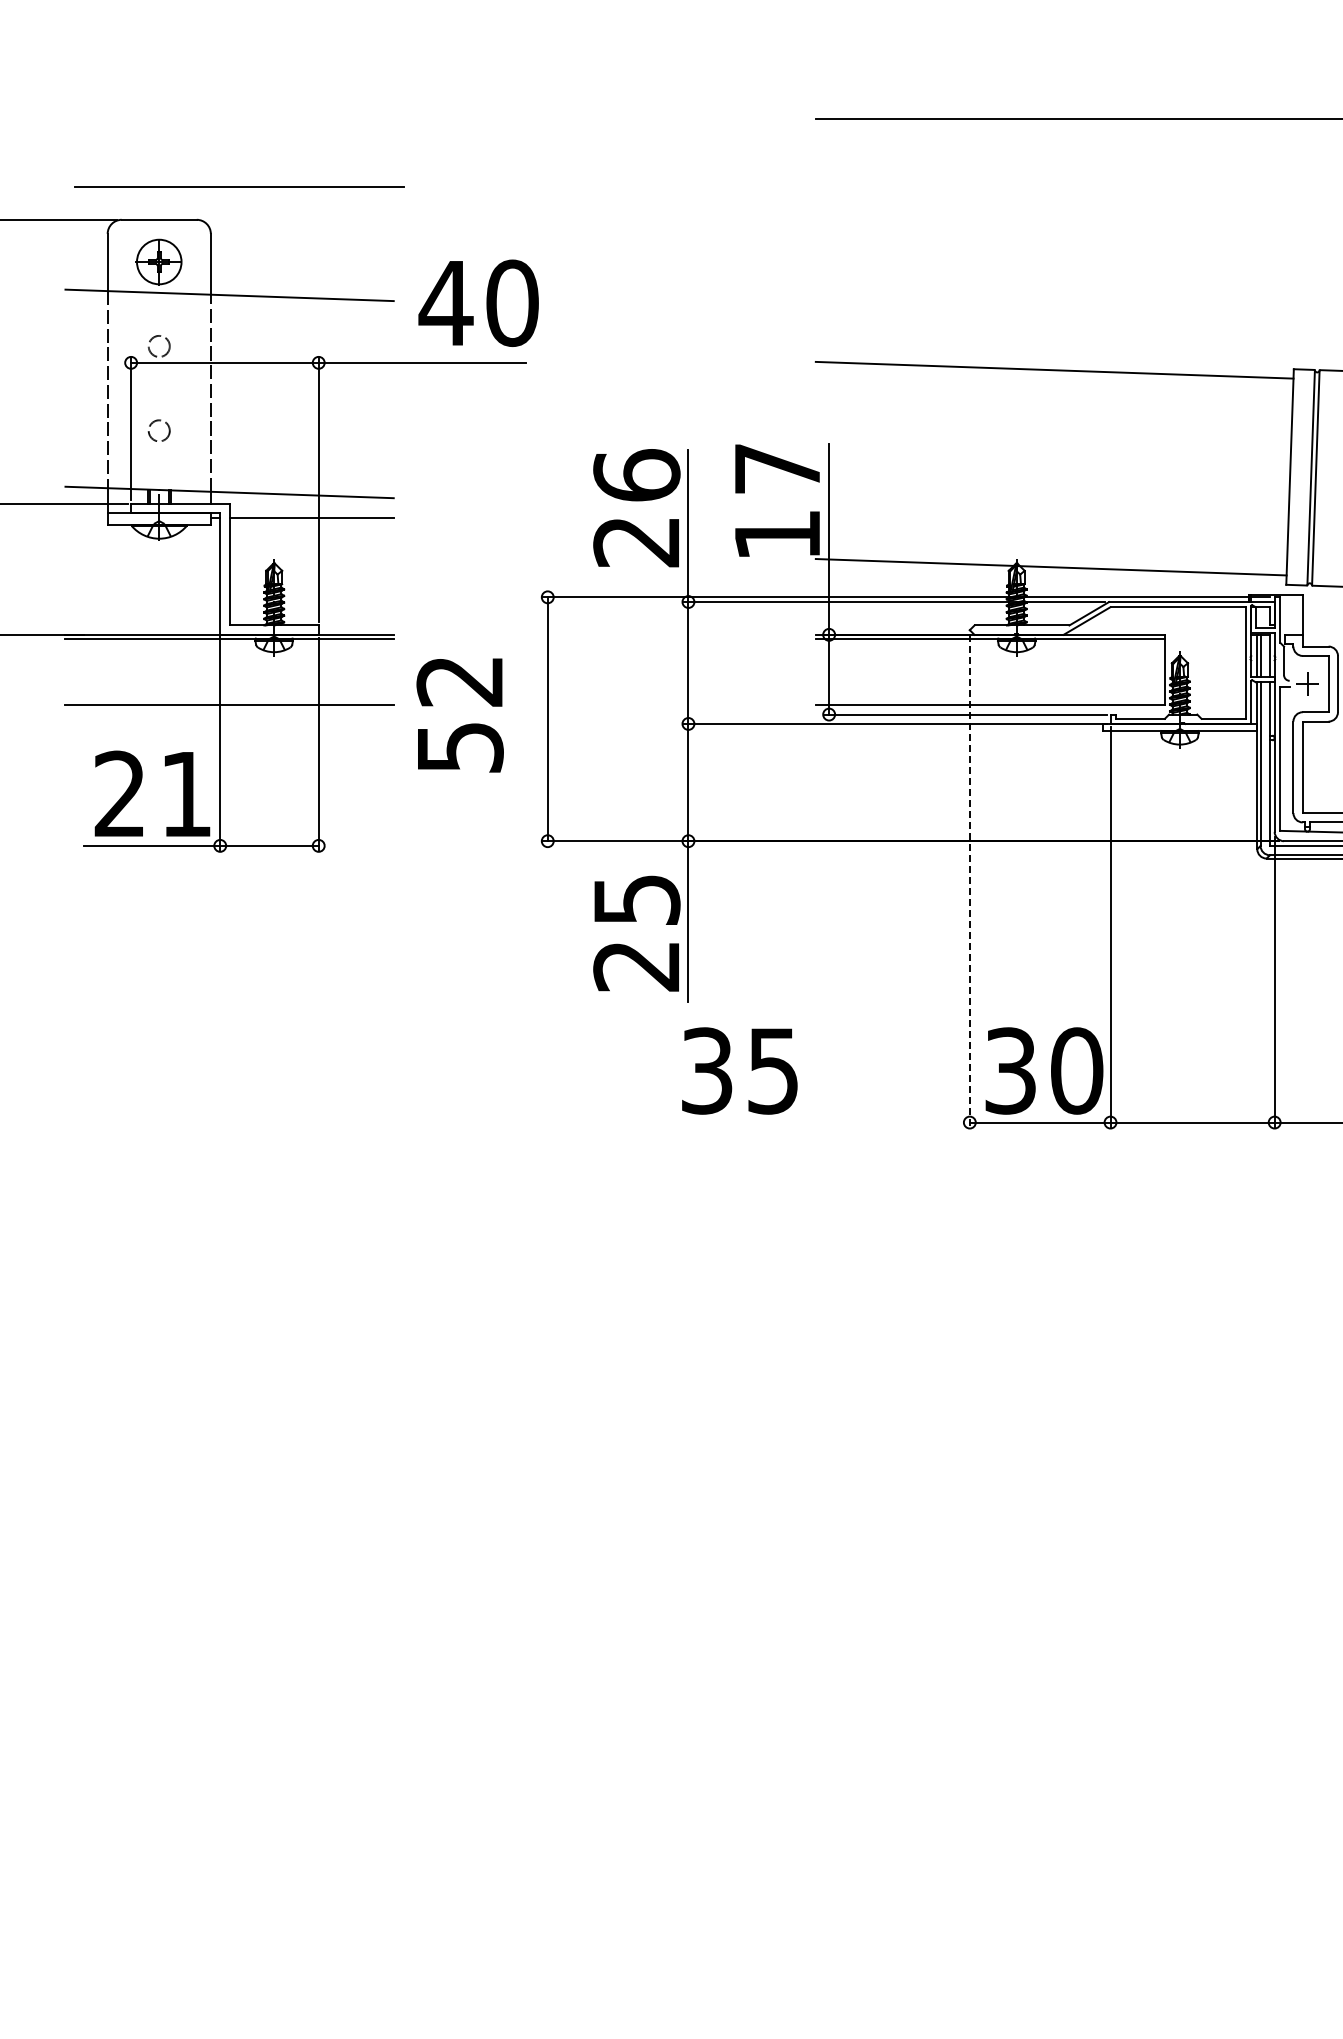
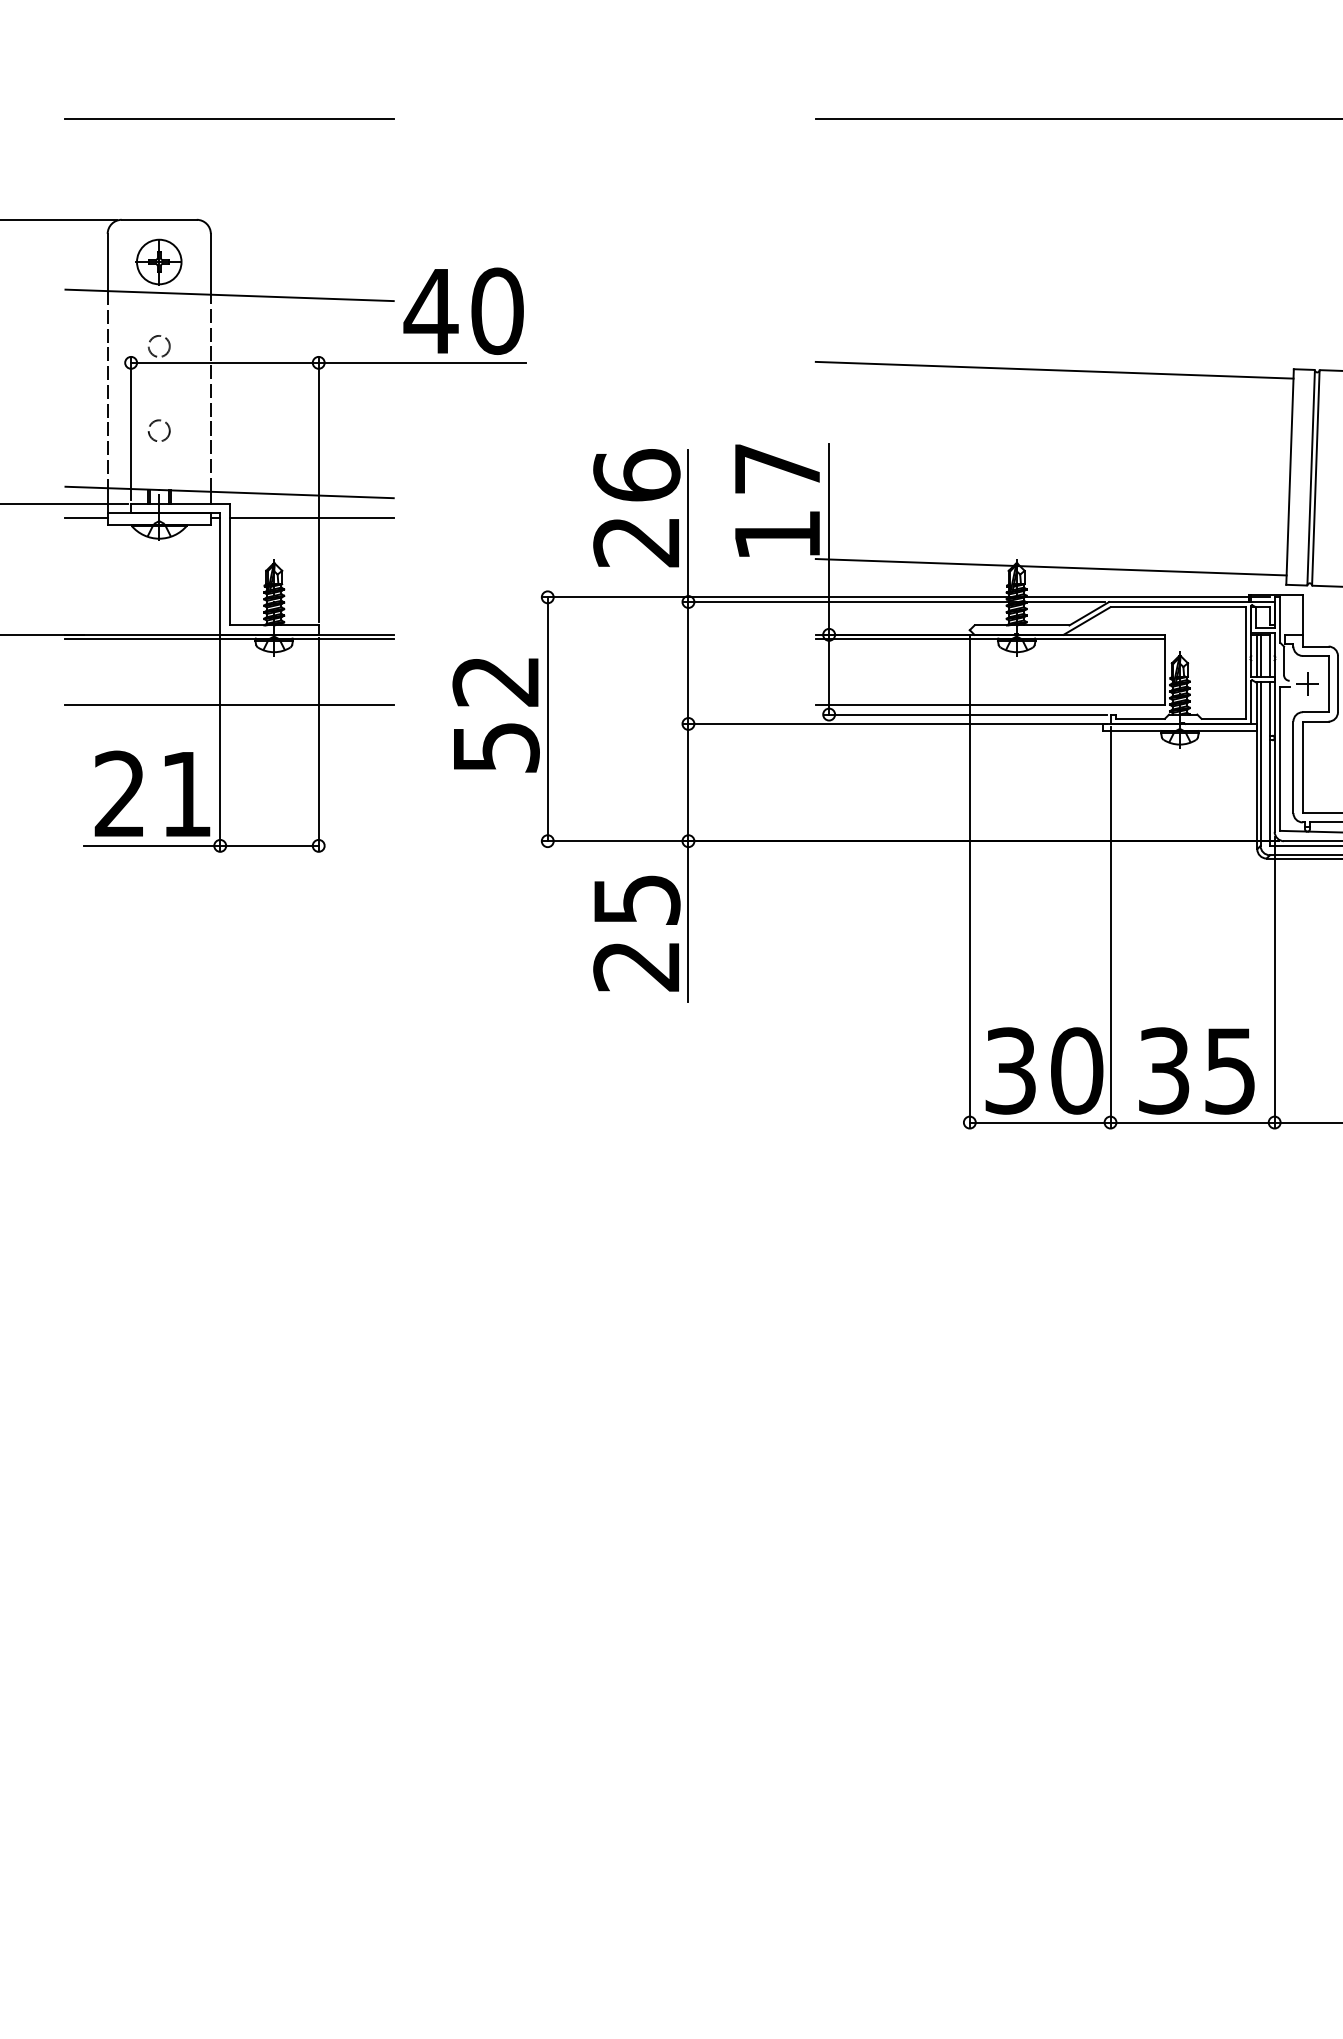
line at (239, 186) position: (239, 186) -> (229, 118)
text at (478, 302) position: (478, 302) -> (463, 310)
line at (86, 517): none -> present
text at (459, 715) position: (459, 715) -> (495, 715)
line at (969, 881): dashed -> solid
text at (739, 1070) position: (739, 1070) -> (1196, 1070)
